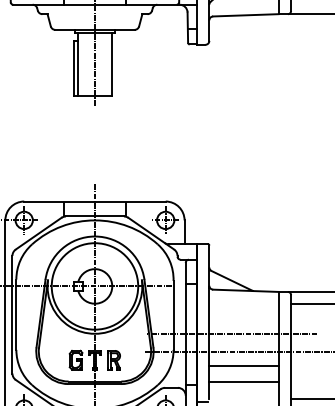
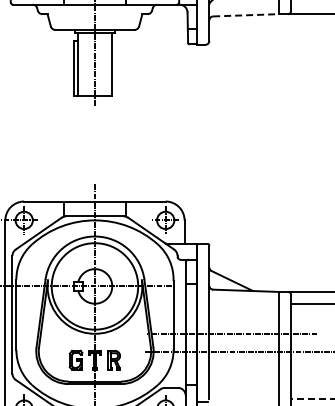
line at (245, 15): solid -> dashed
line at (243, 366): present -> none
line at (243, 382): present -> none
line at (312, 399): solid -> dashed
